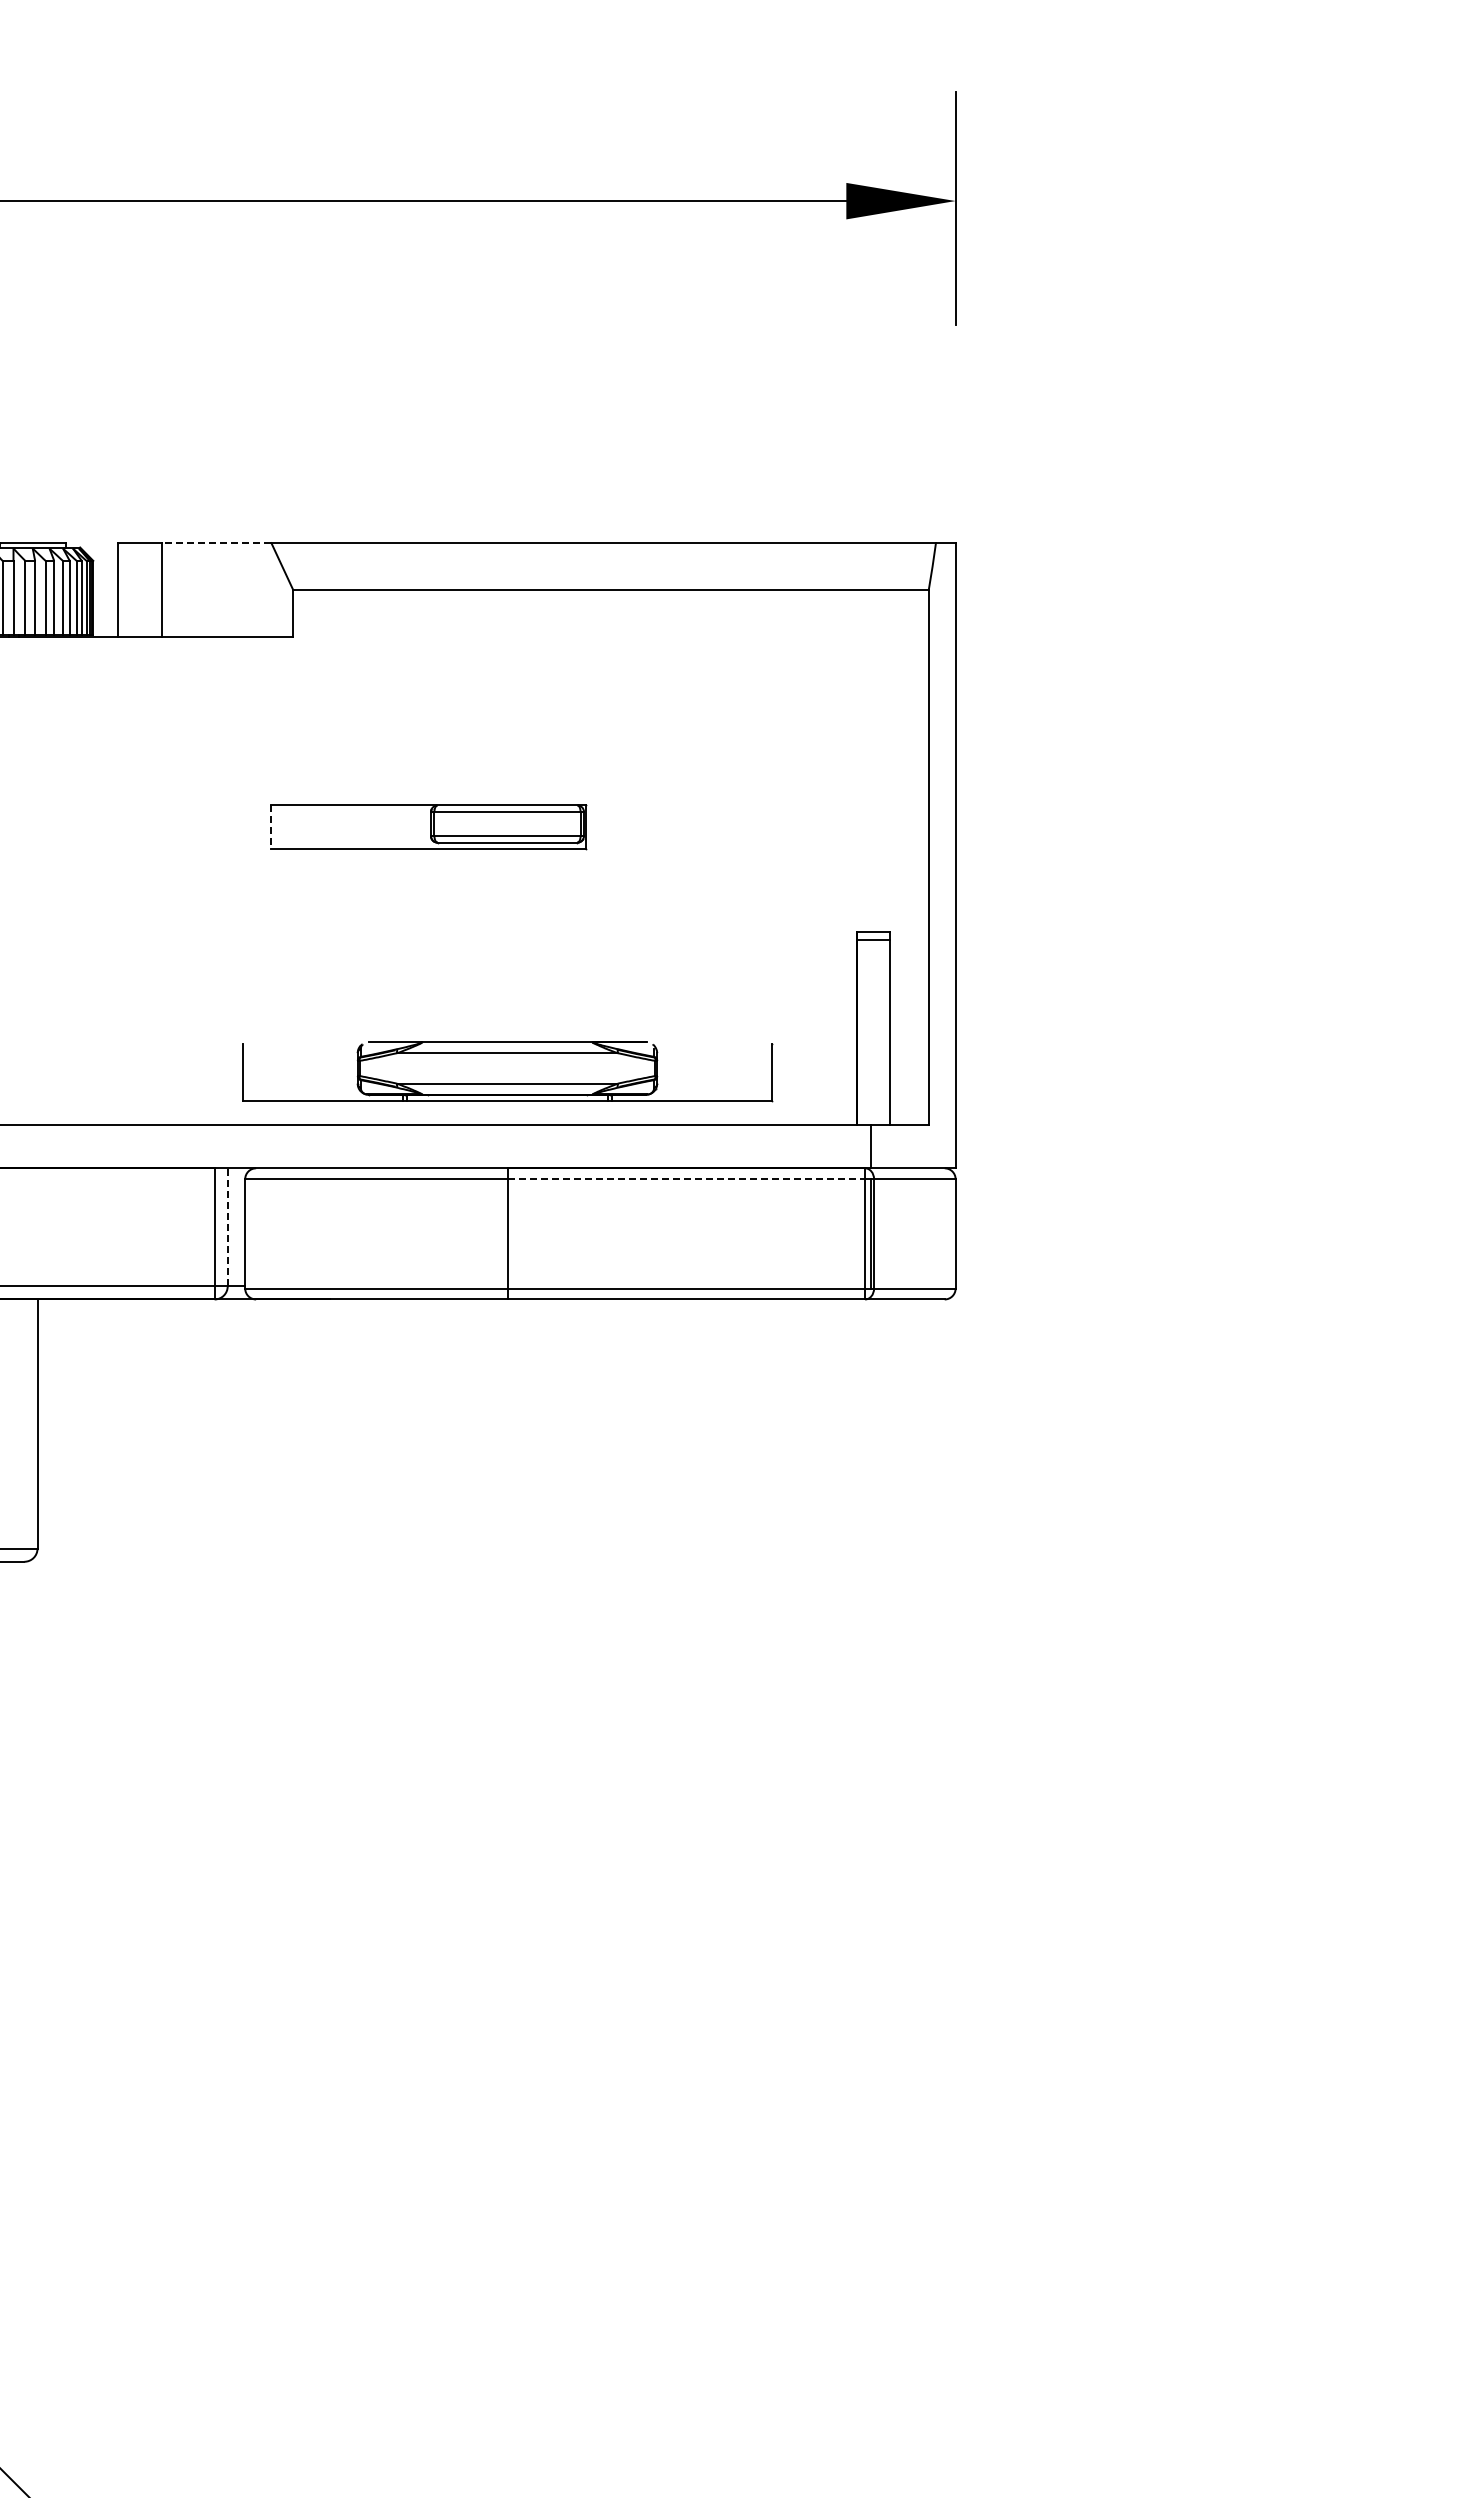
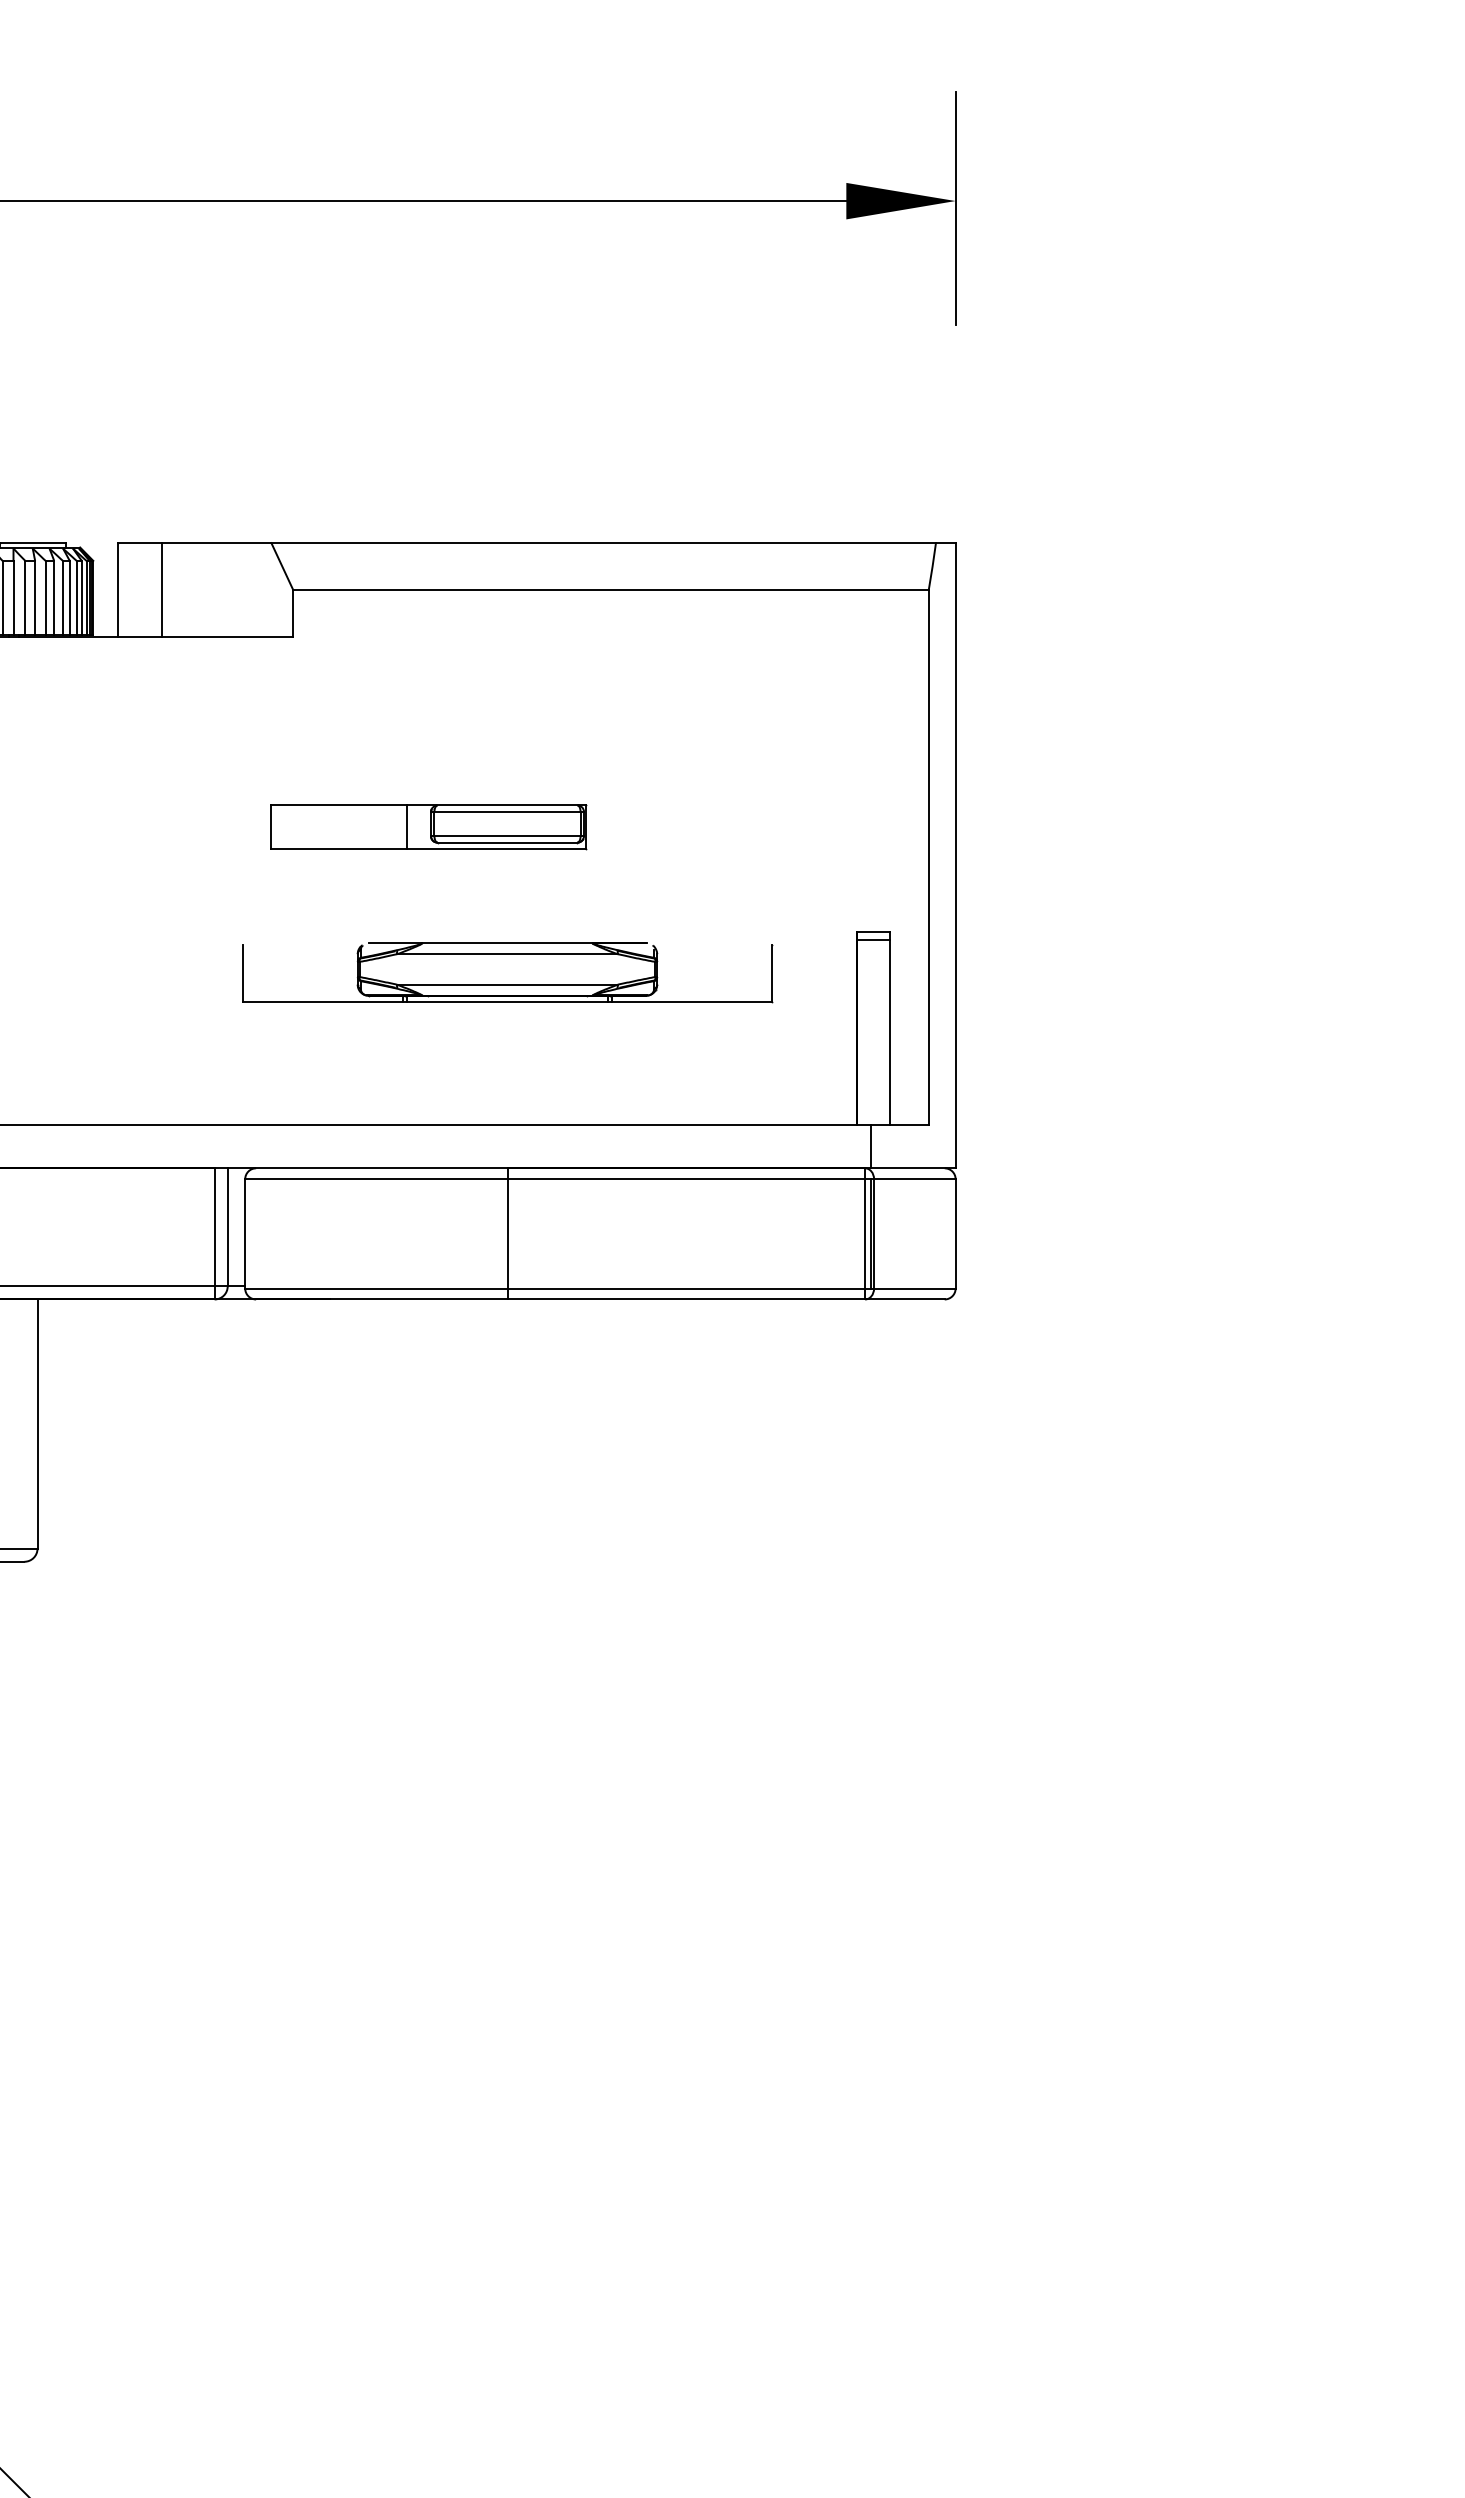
line at (216, 543): dashed -> solid
line at (271, 827): dashed -> solid
line at (406, 827): none -> present
part at (507, 1071) position: (507, 1071) -> (507, 972)
line at (686, 1179): dashed -> solid
line at (227, 1226): dashed -> solid
